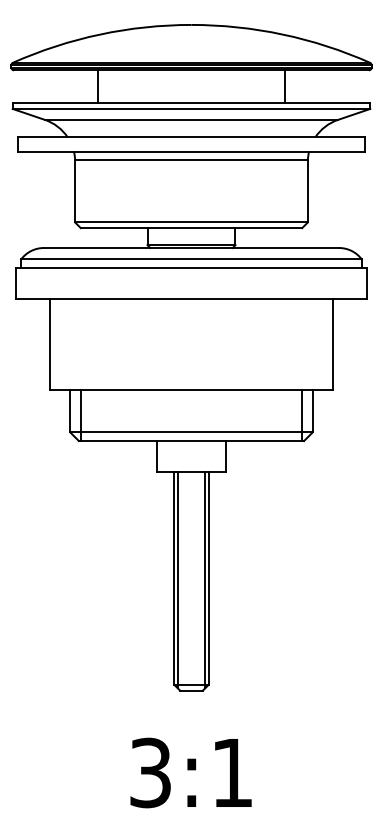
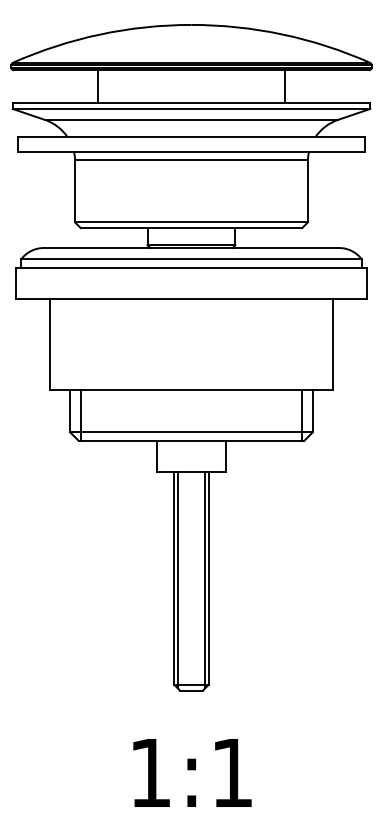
text at (150, 772): 3:1 -> 1:1
